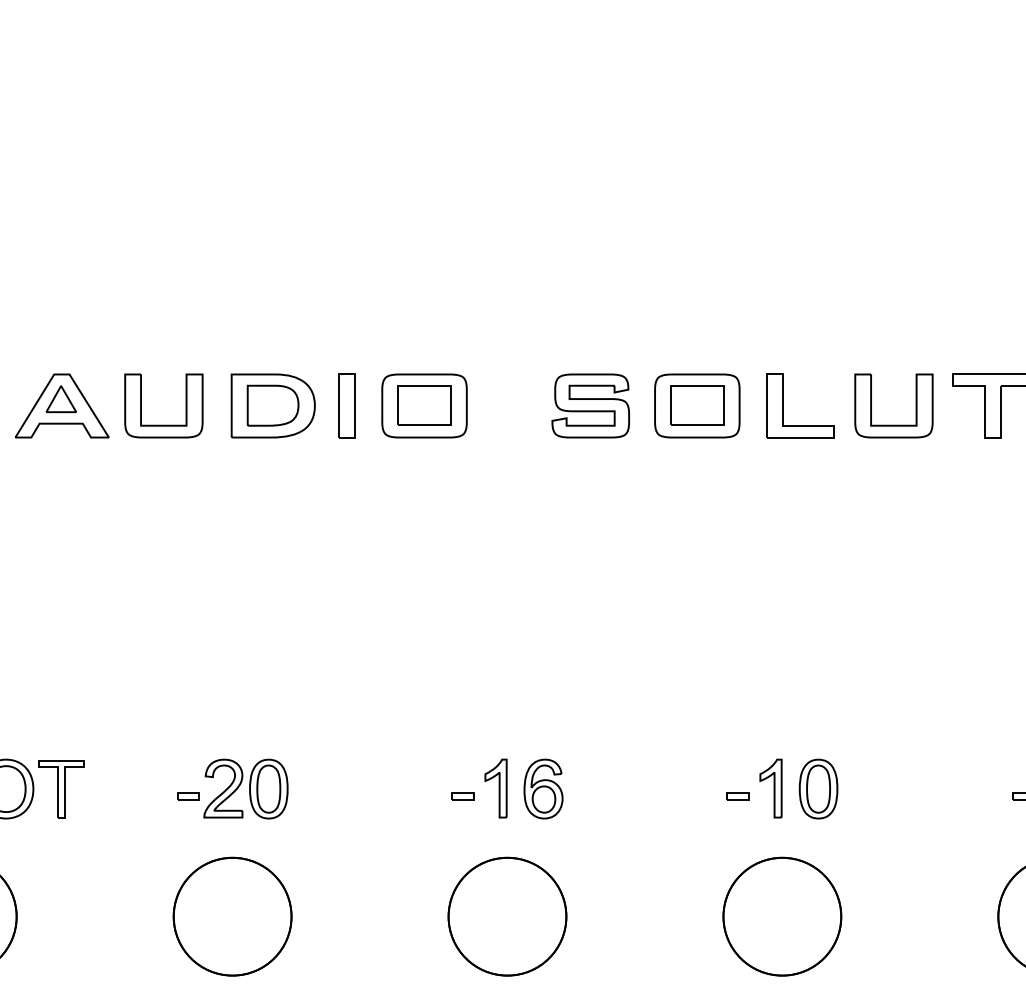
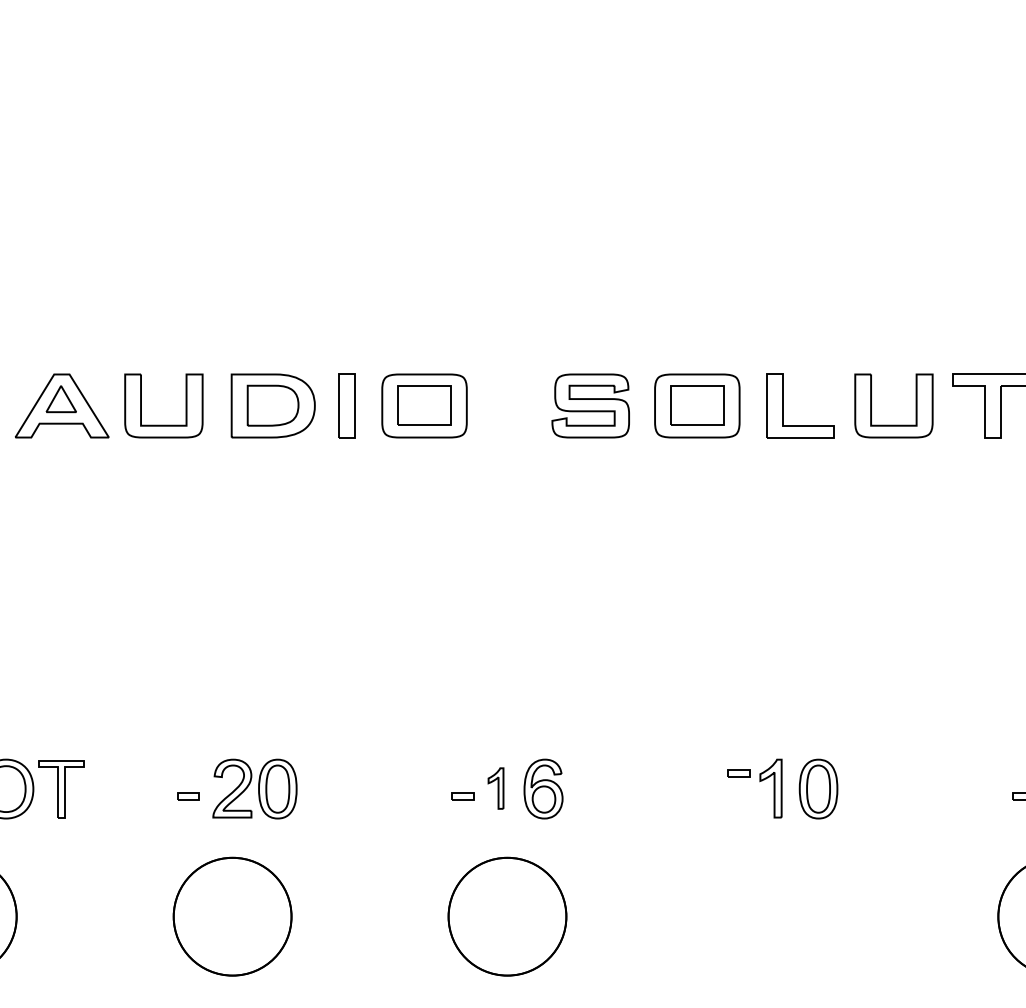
part at (245, 788) position: (245, 788) -> (254, 788)
part at (495, 788) size: 24x61 px -> 18x43 px
part at (737, 796) position: (737, 796) -> (738, 773)
part at (782, 916): present -> none
